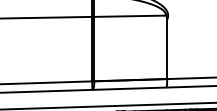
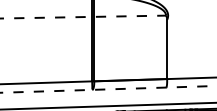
line at (83, 17): solid -> dashed
line at (107, 89): solid -> dashed
